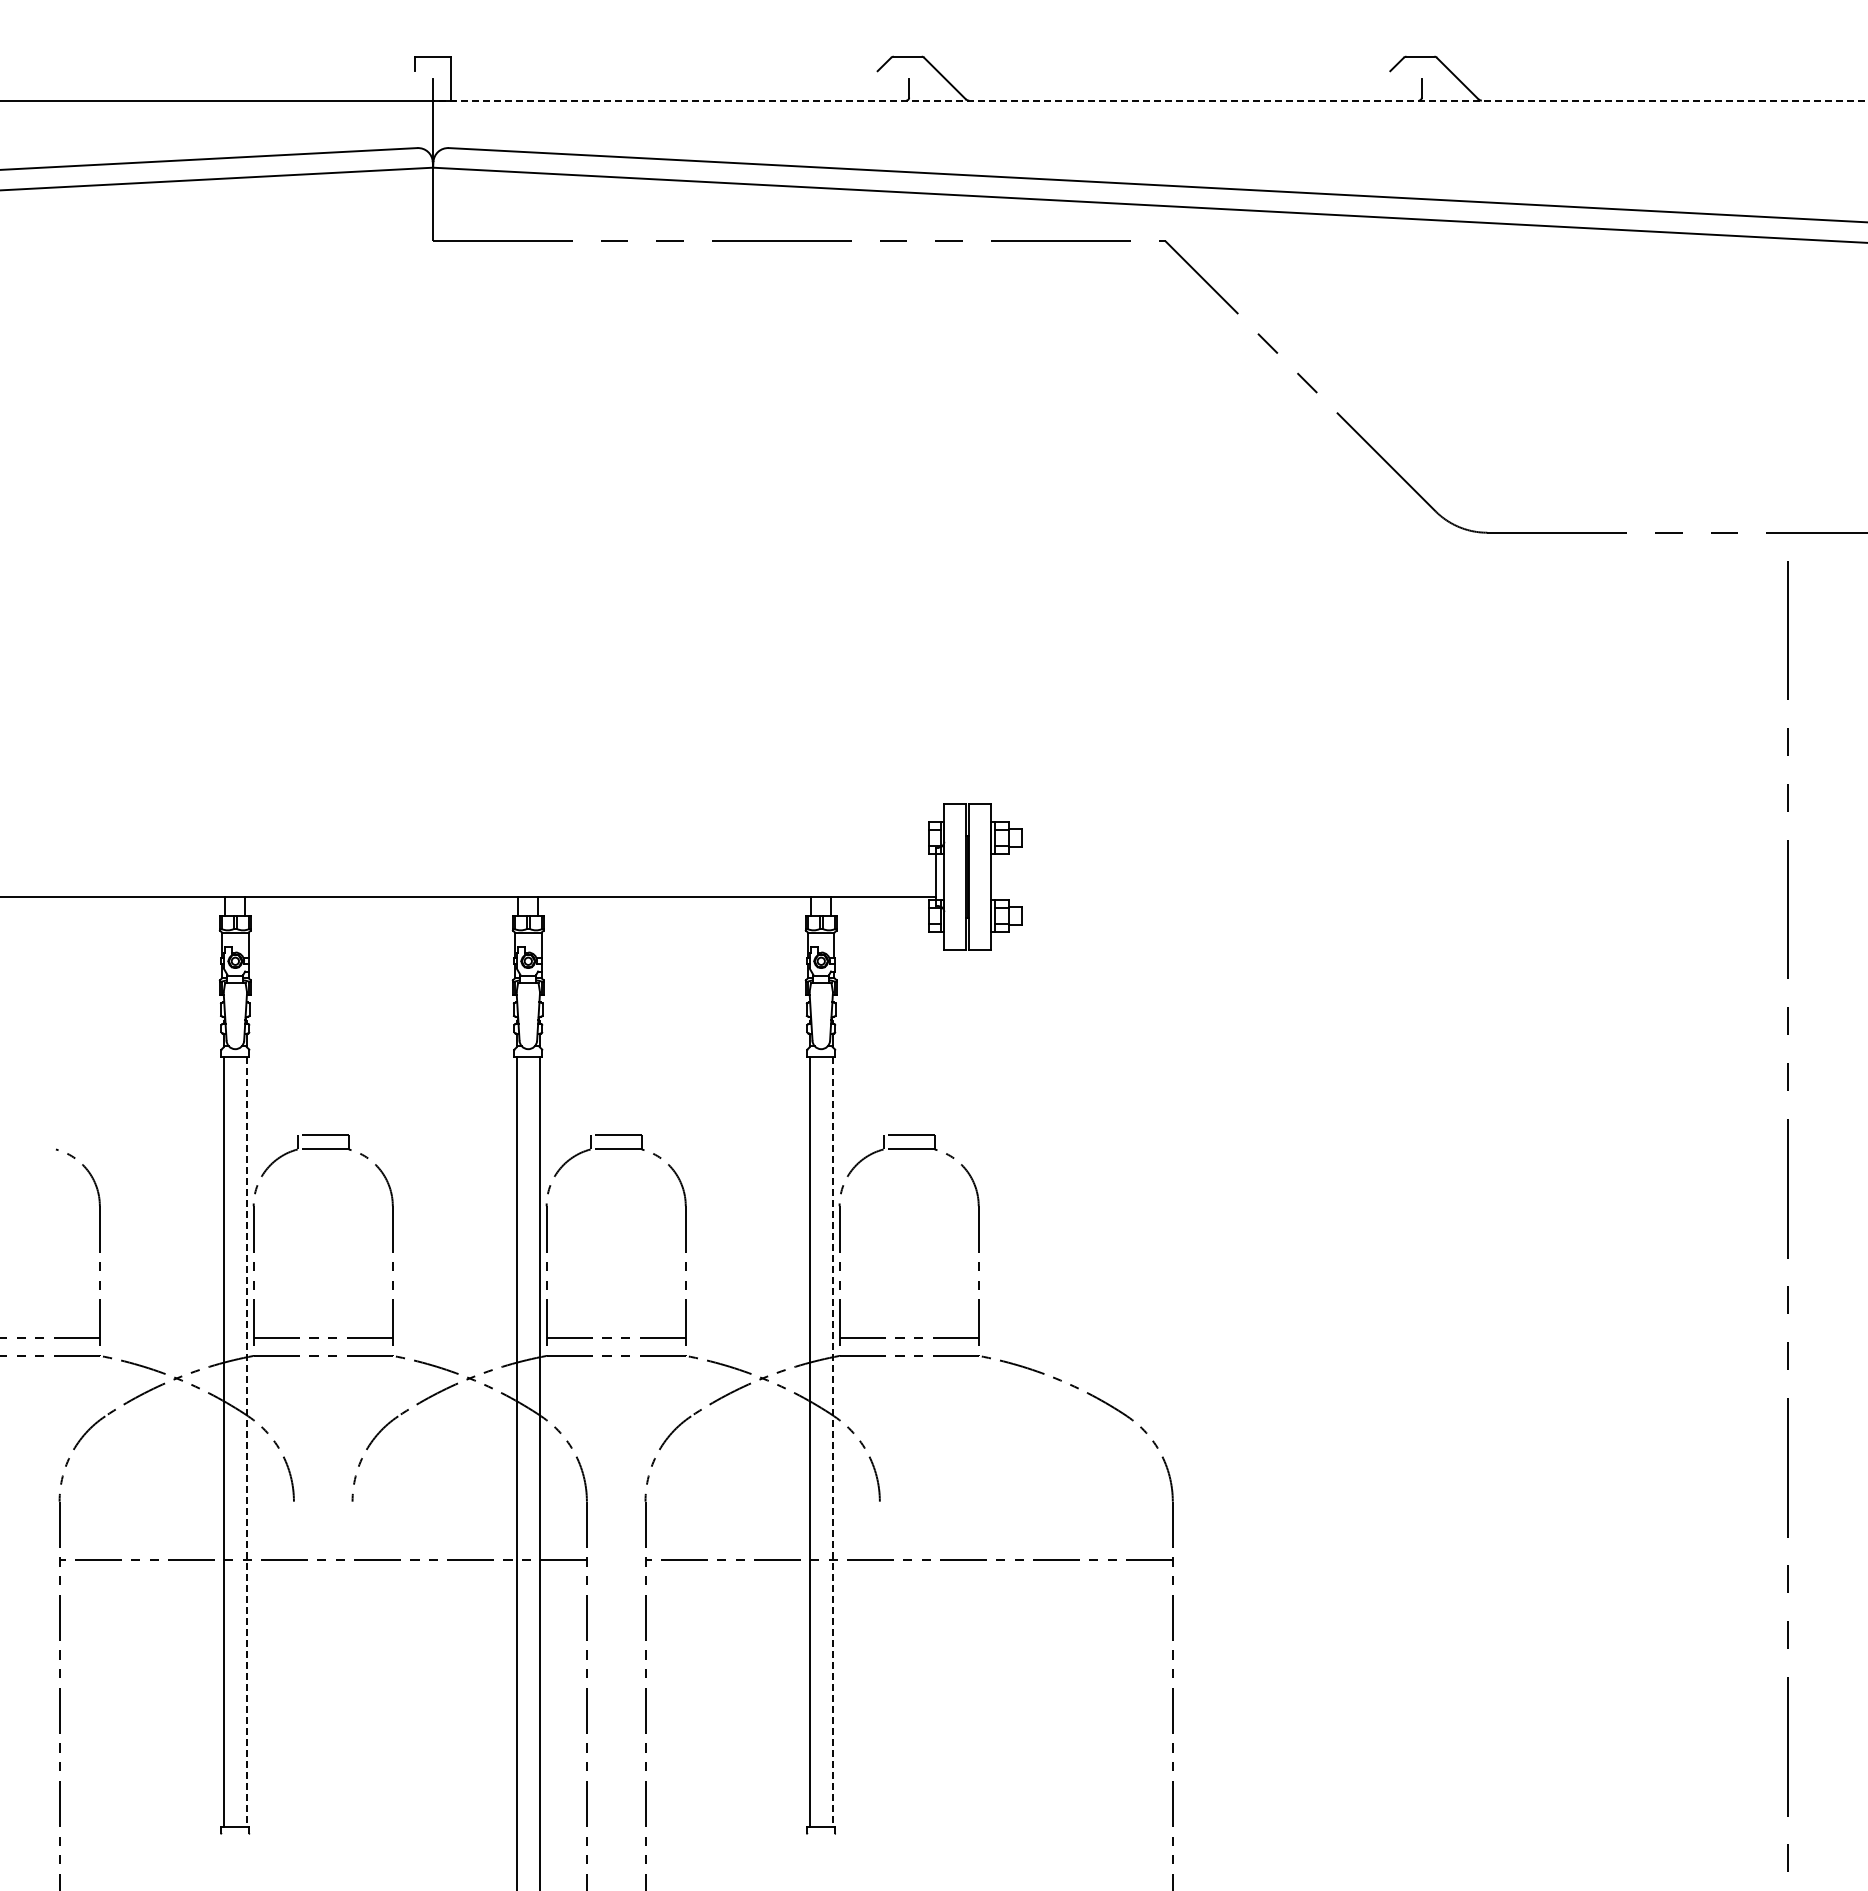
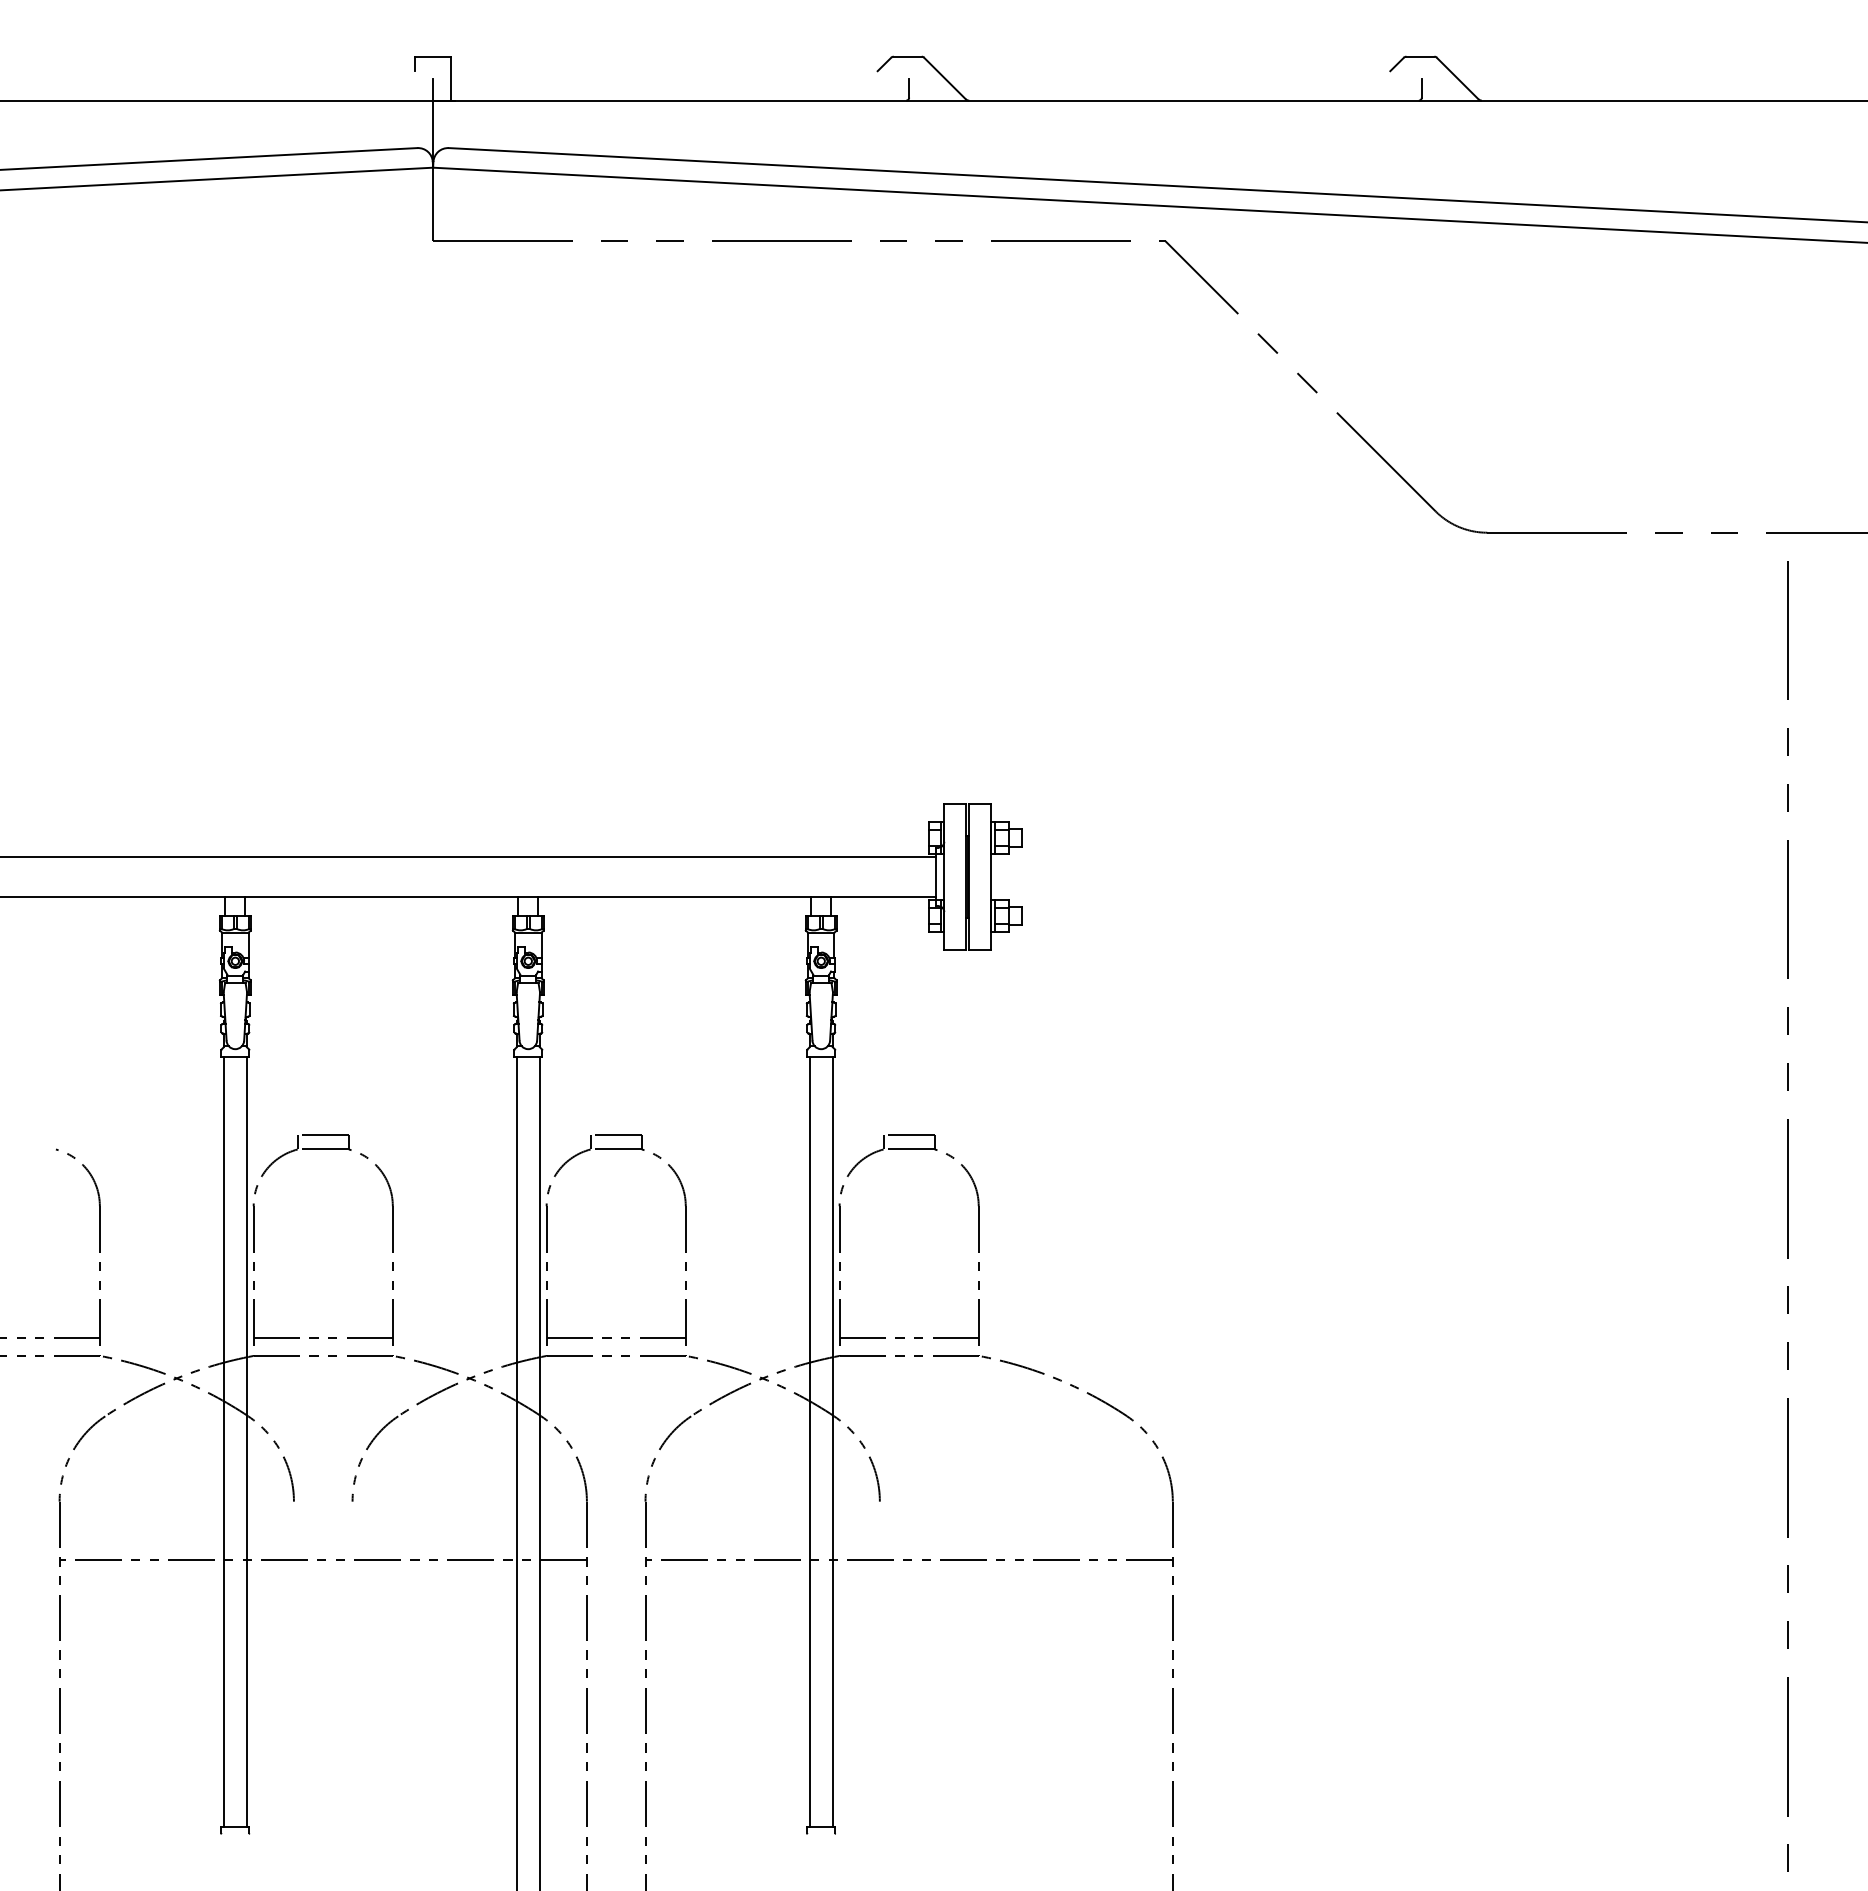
line at (1149, 100): dashed -> solid
line at (468, 857): none -> present
line at (246, 1442): dashed -> solid
line at (832, 1442): dashed -> solid
